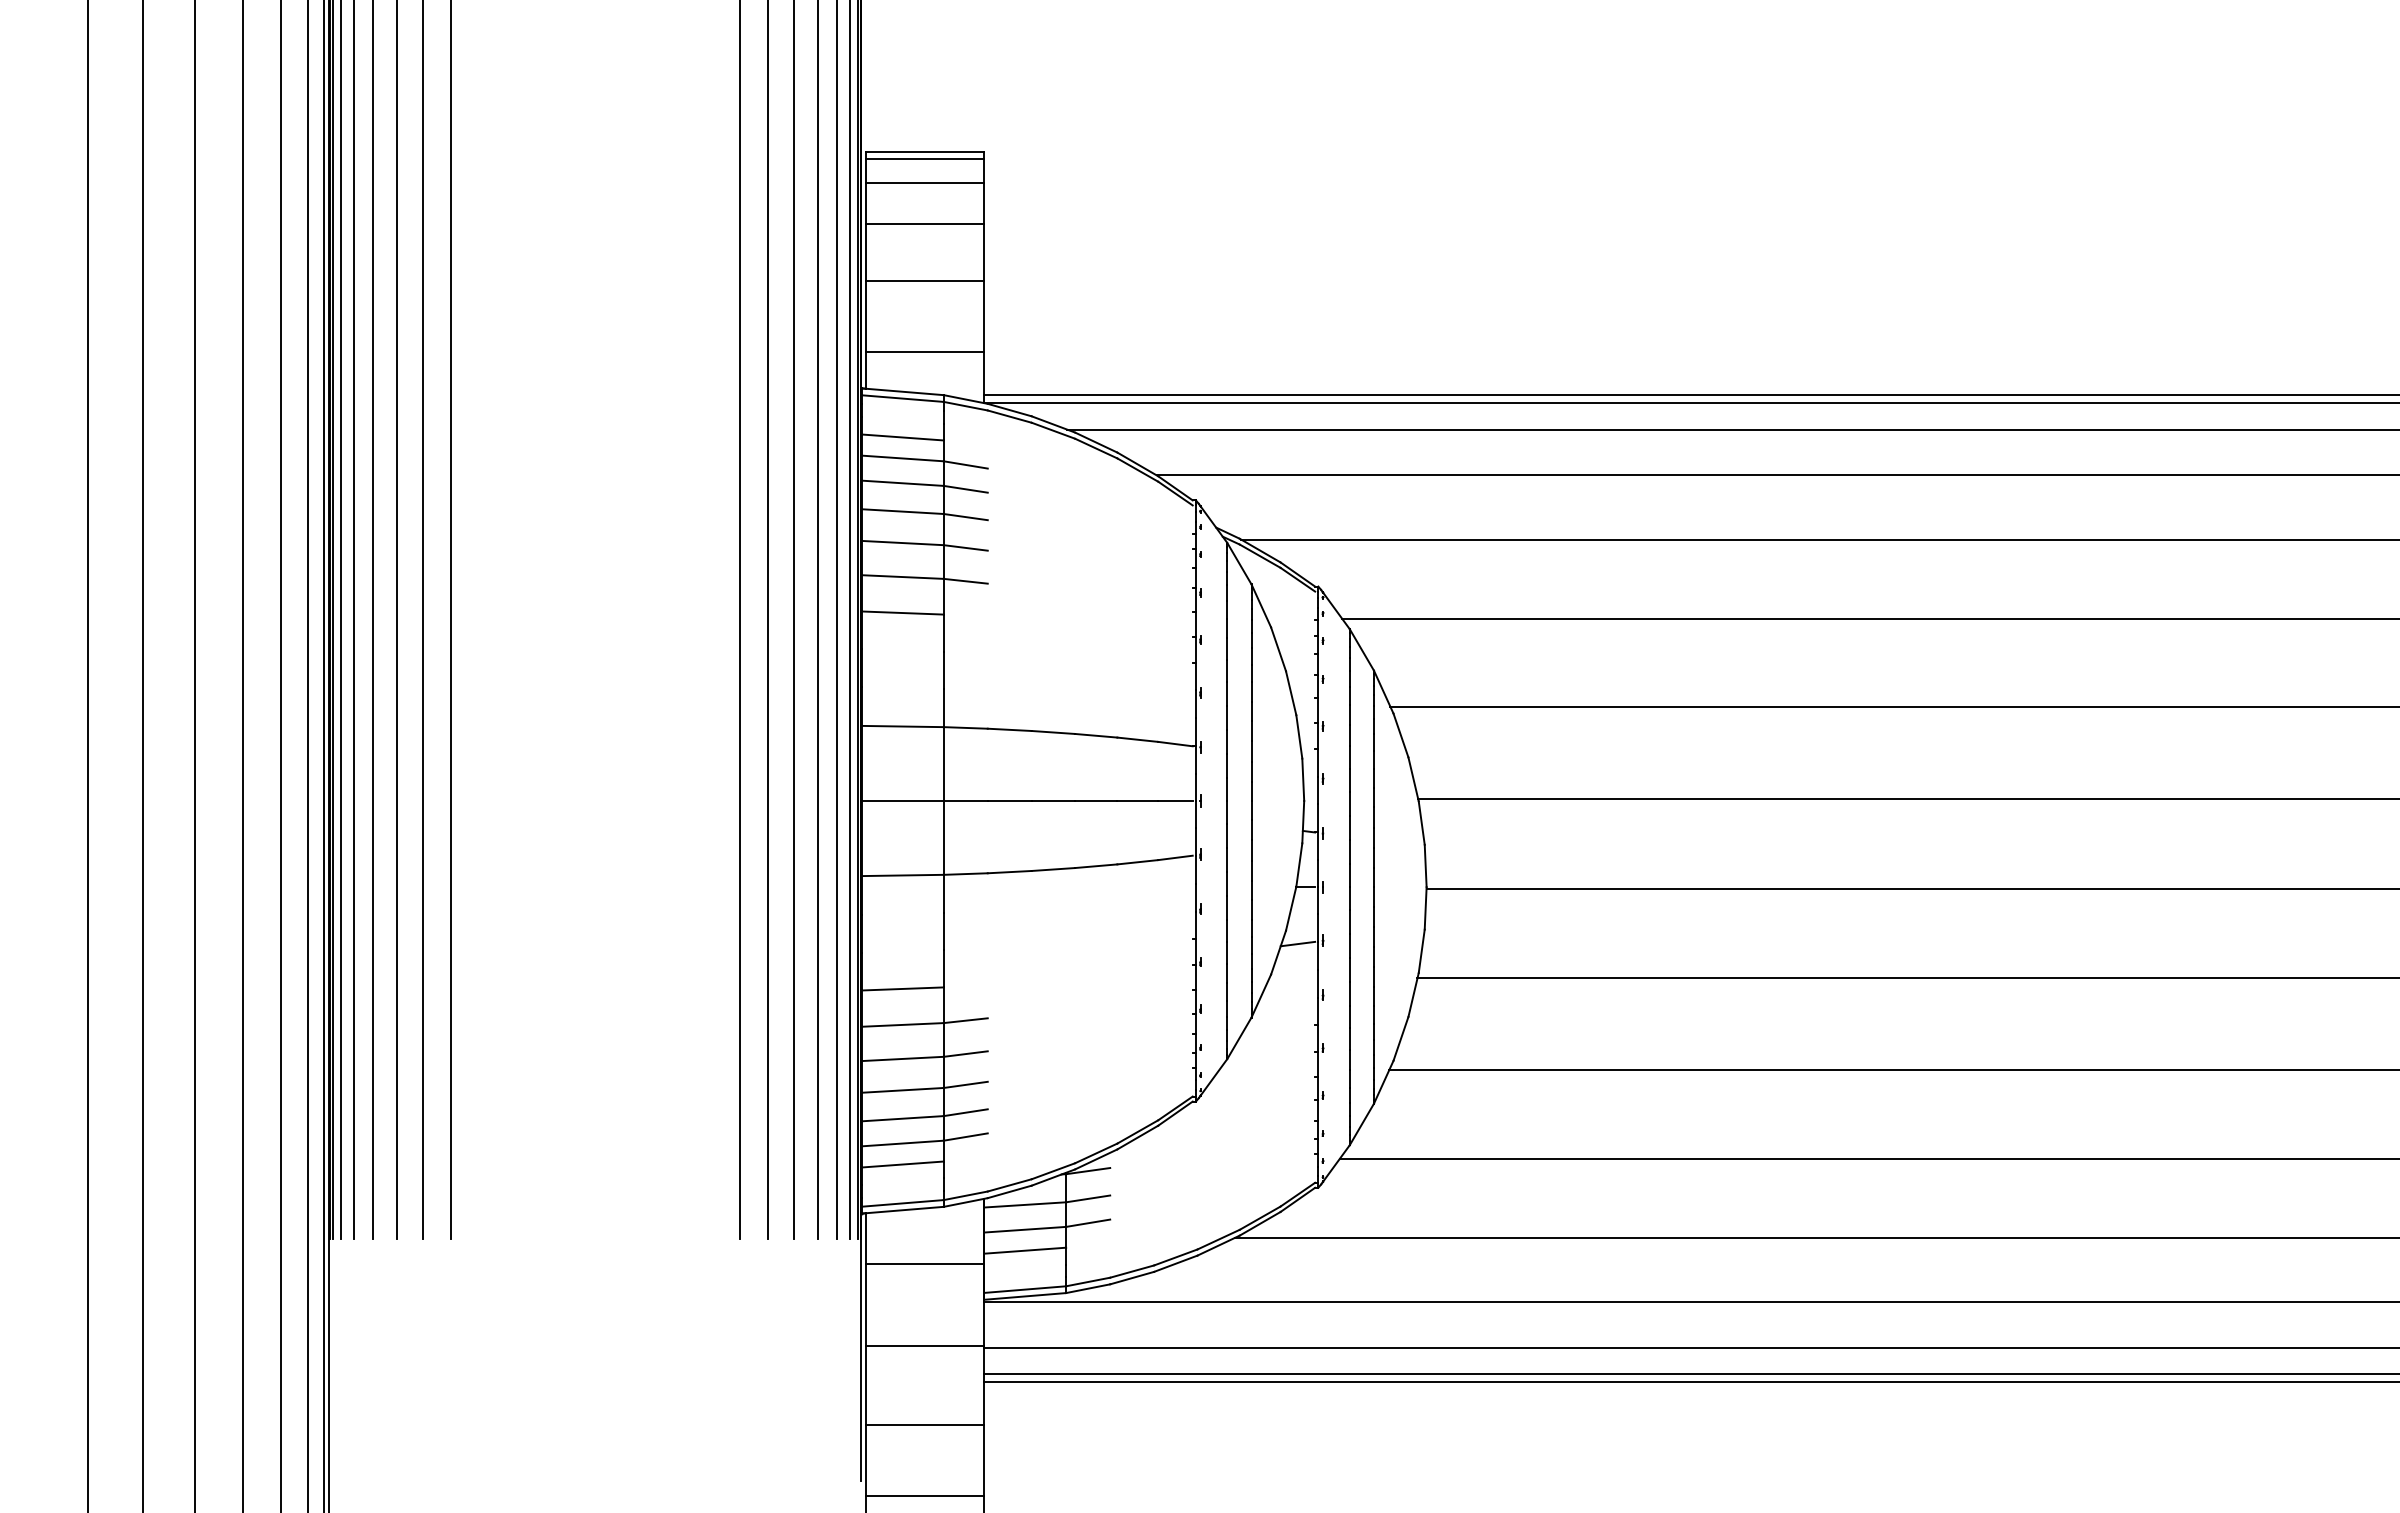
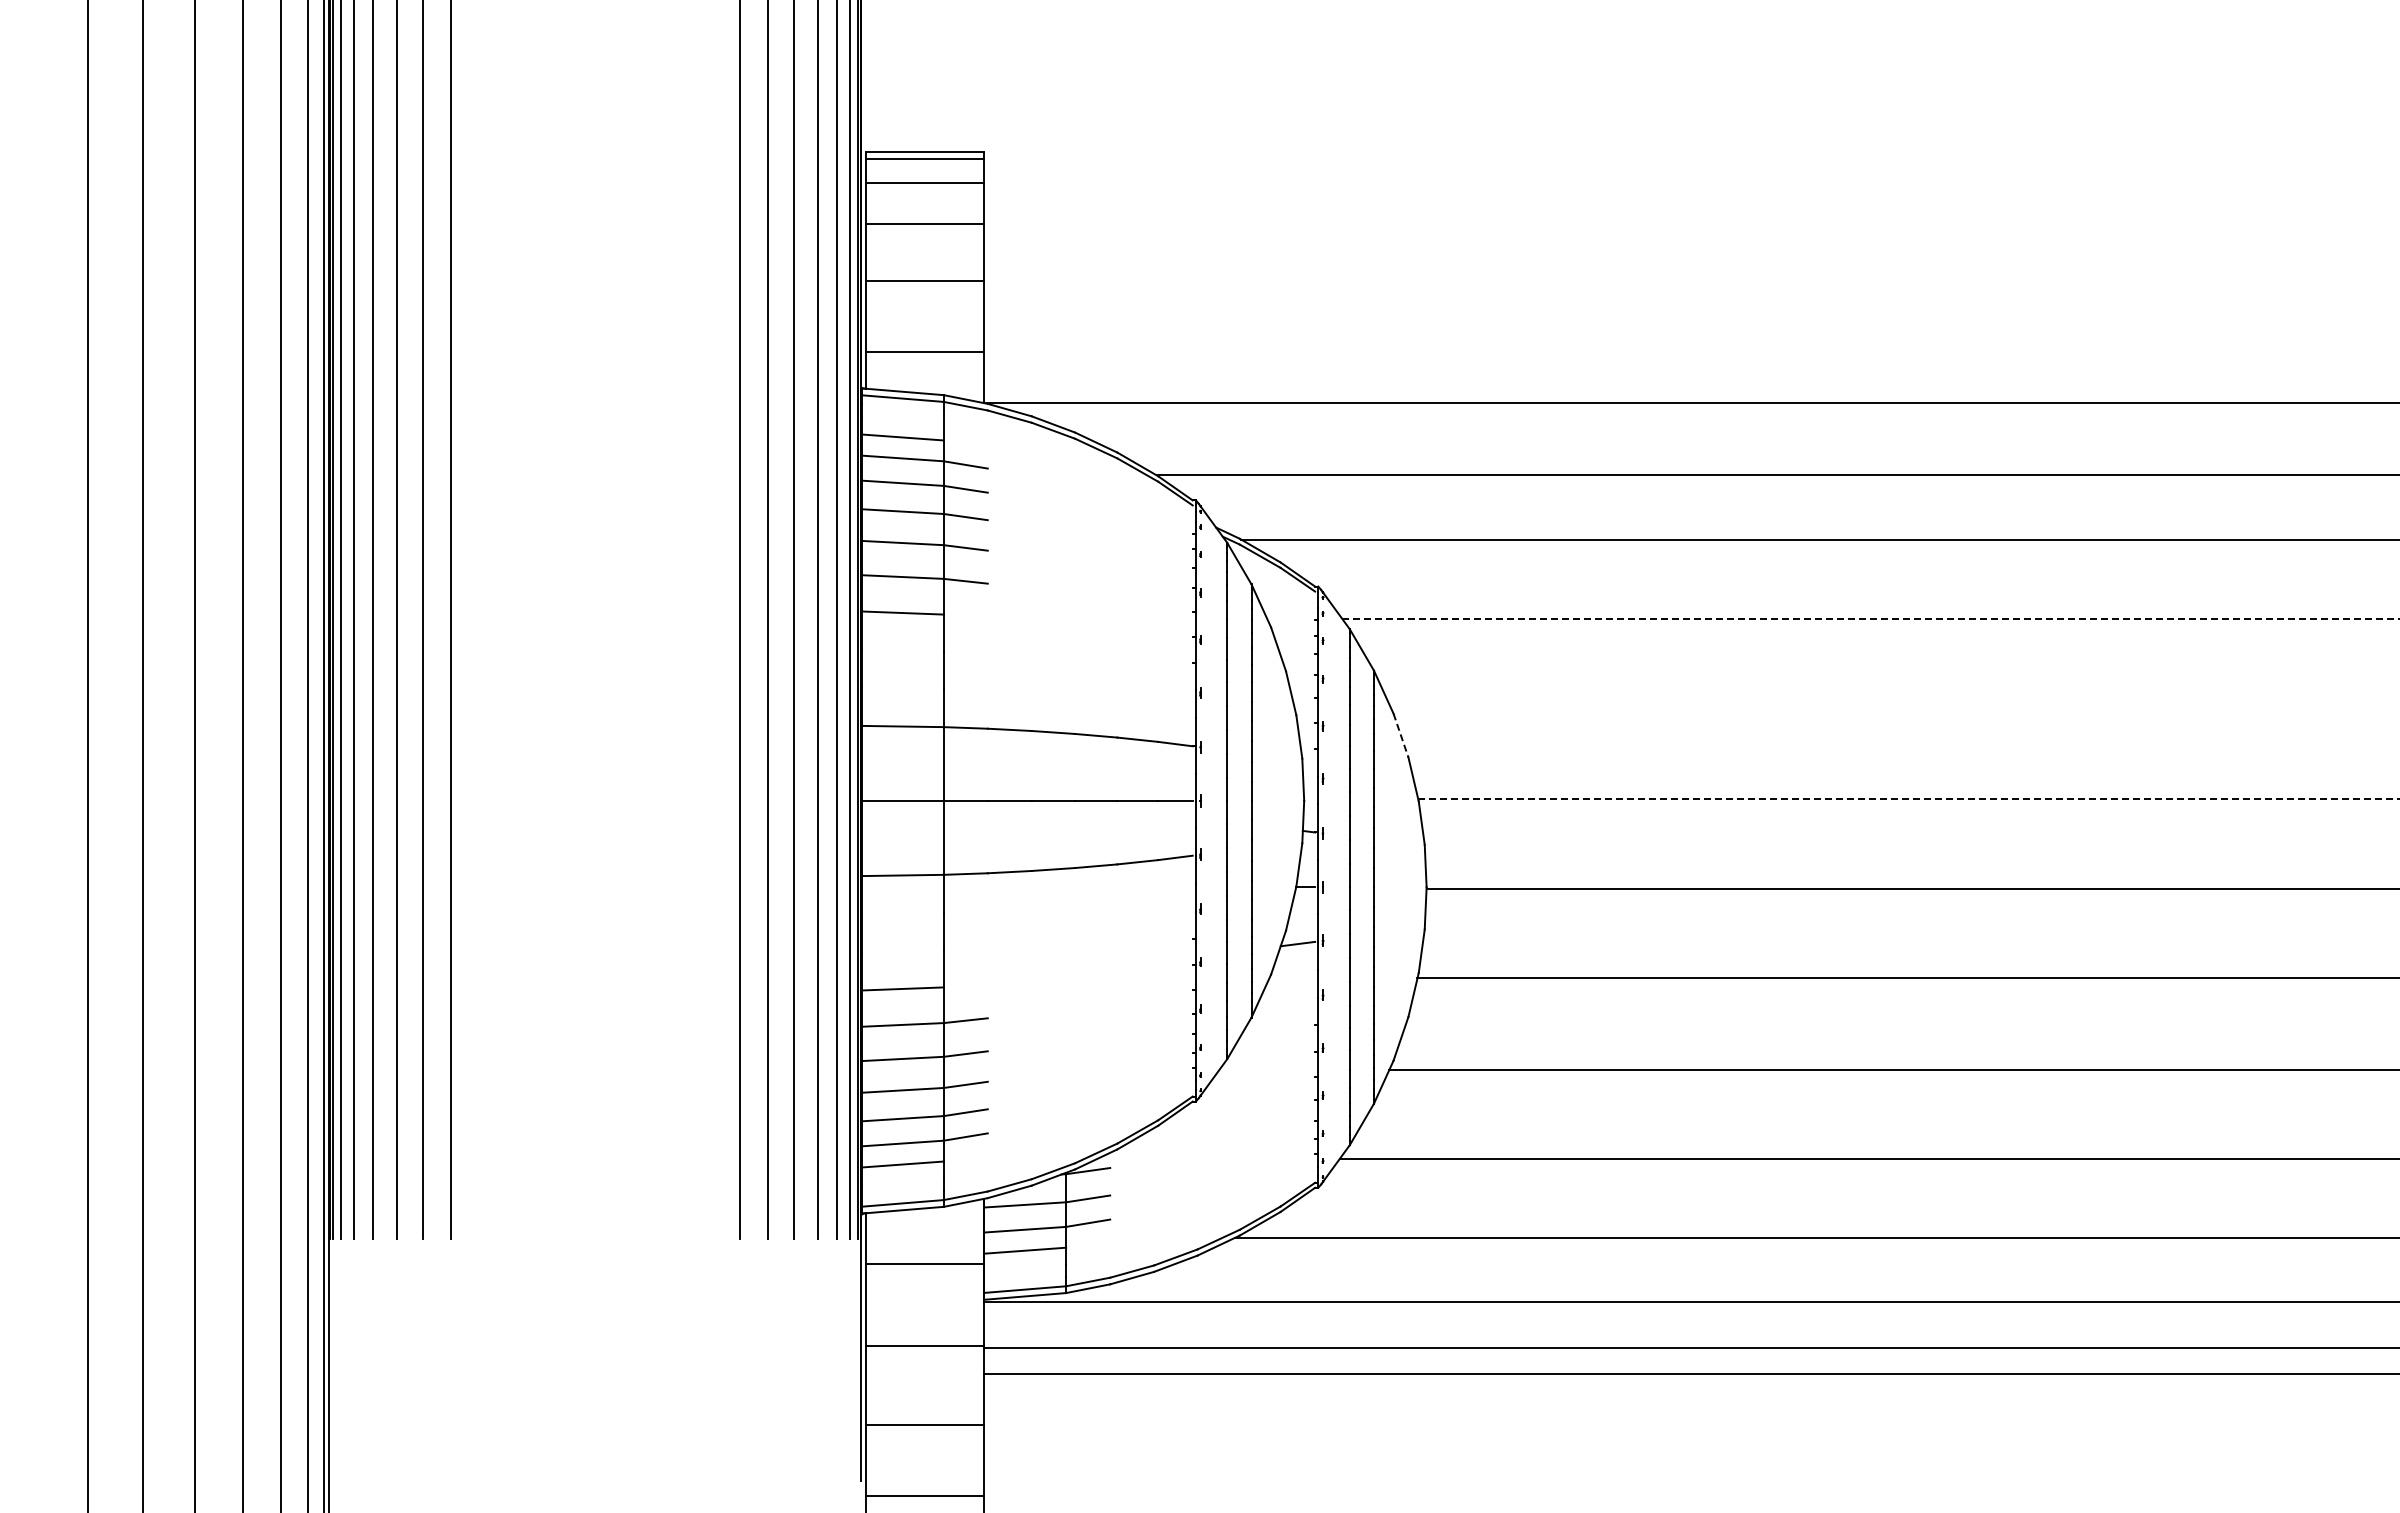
line at (1689, 394): present -> none
line at (1731, 429): present -> none
line at (1870, 618): solid -> dashed
line at (1893, 706): present -> none
line at (1401, 736): solid -> dashed
line at (1909, 798): solid -> dashed
line at (1689, 1382): present -> none
